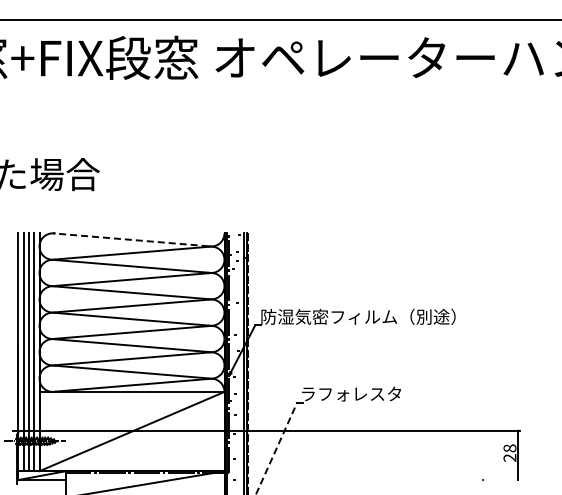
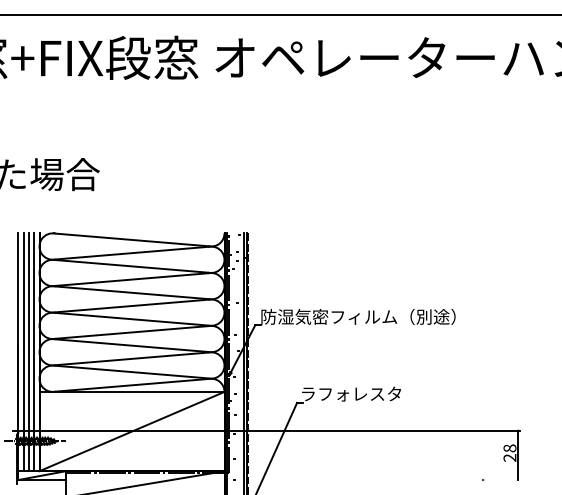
line at (280, 19) position: (280, 19) -> (280, 14)
line at (132, 239): dashed -> solid
line at (276, 448): dashed -> solid
